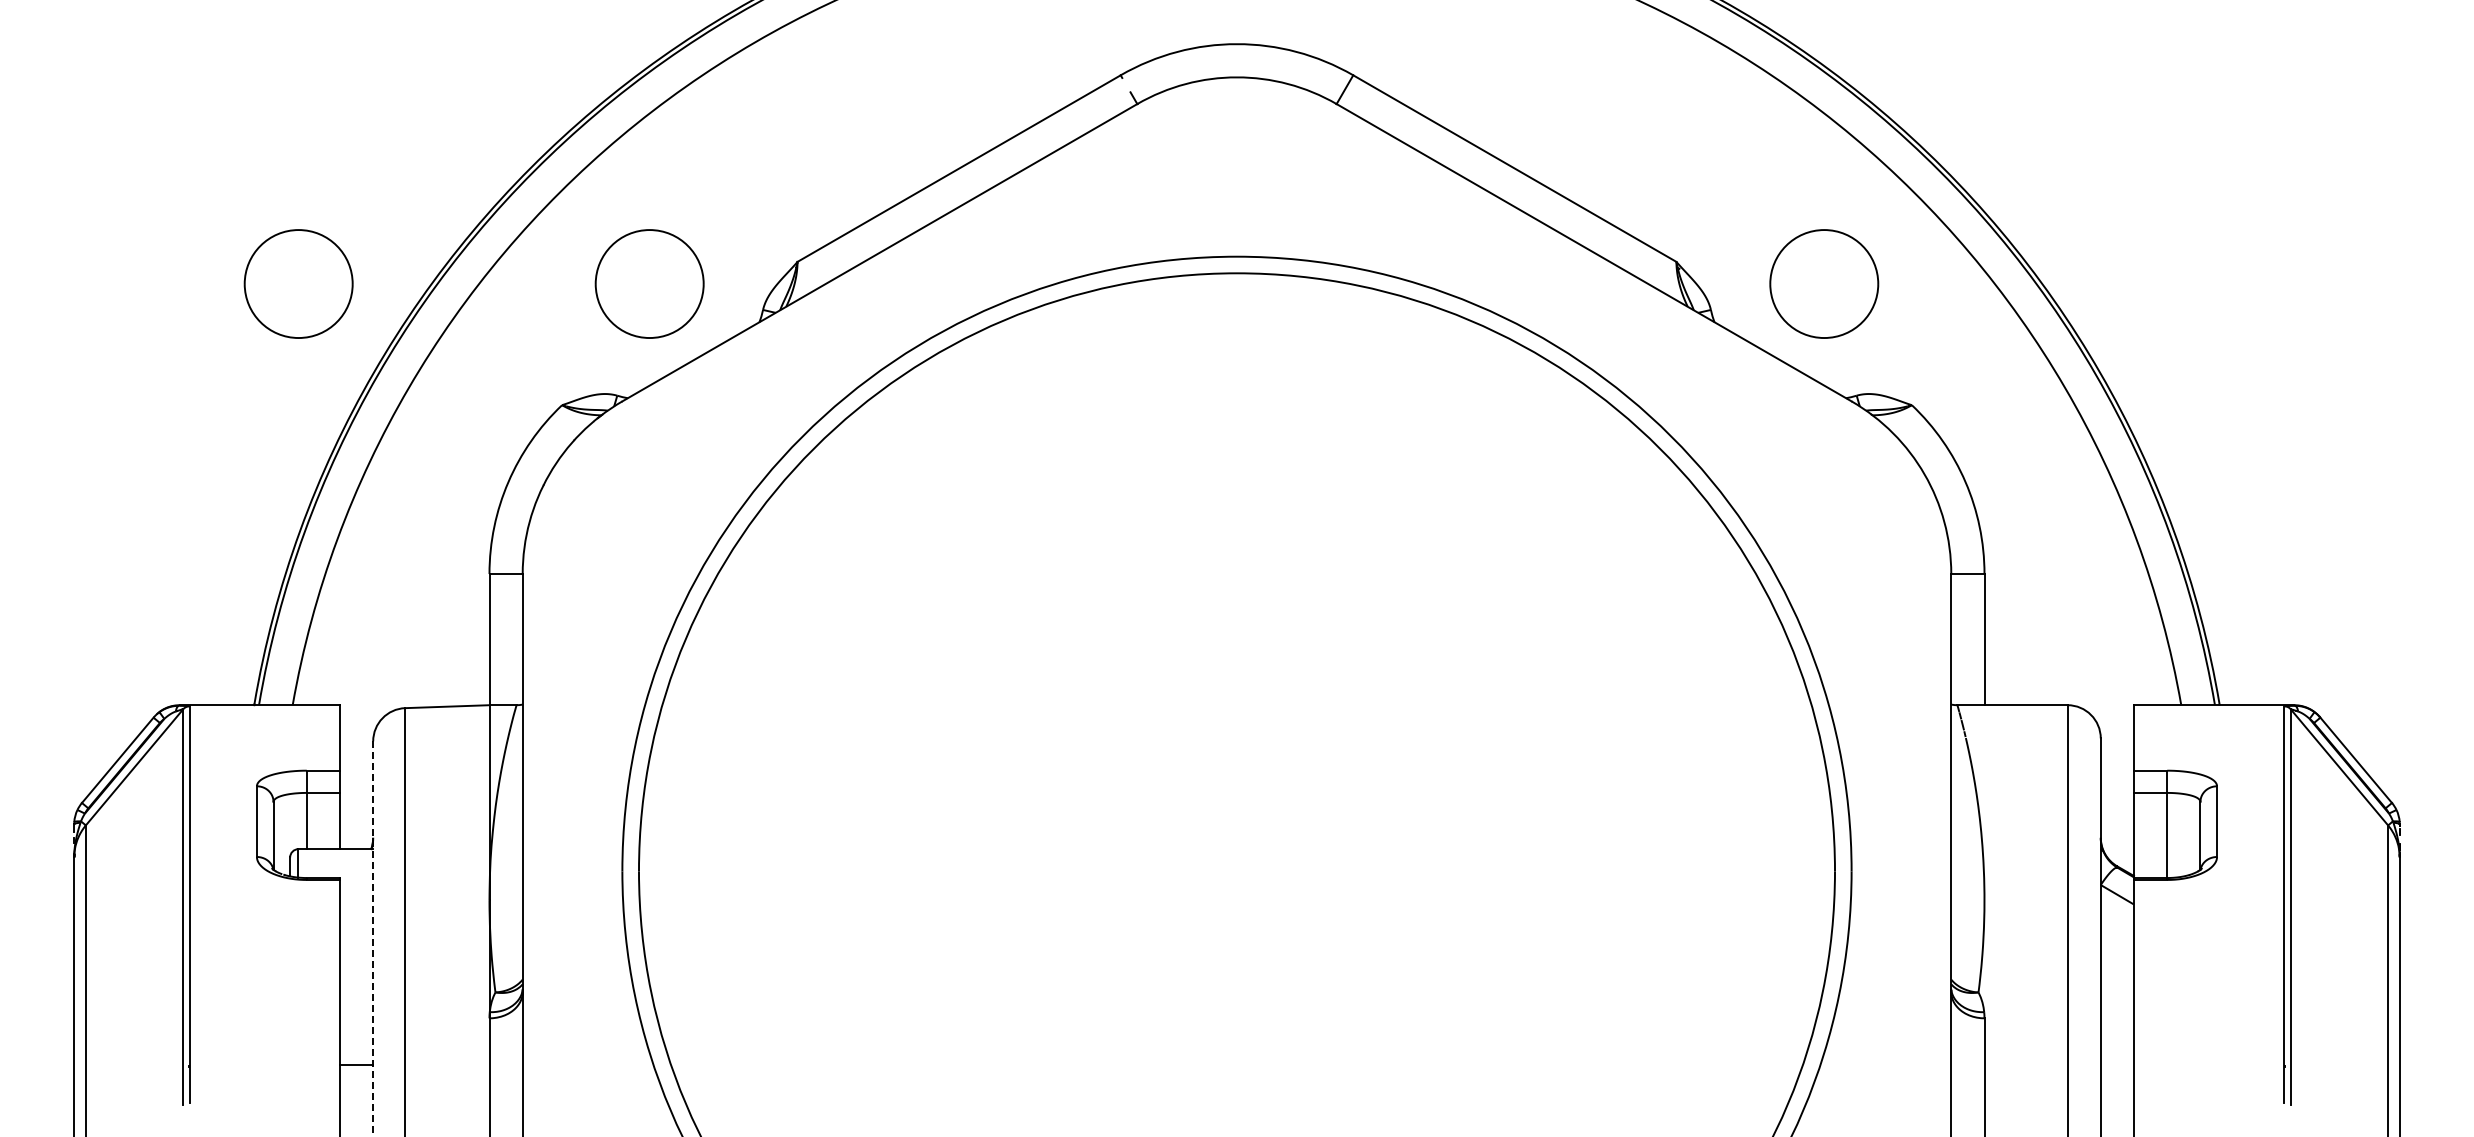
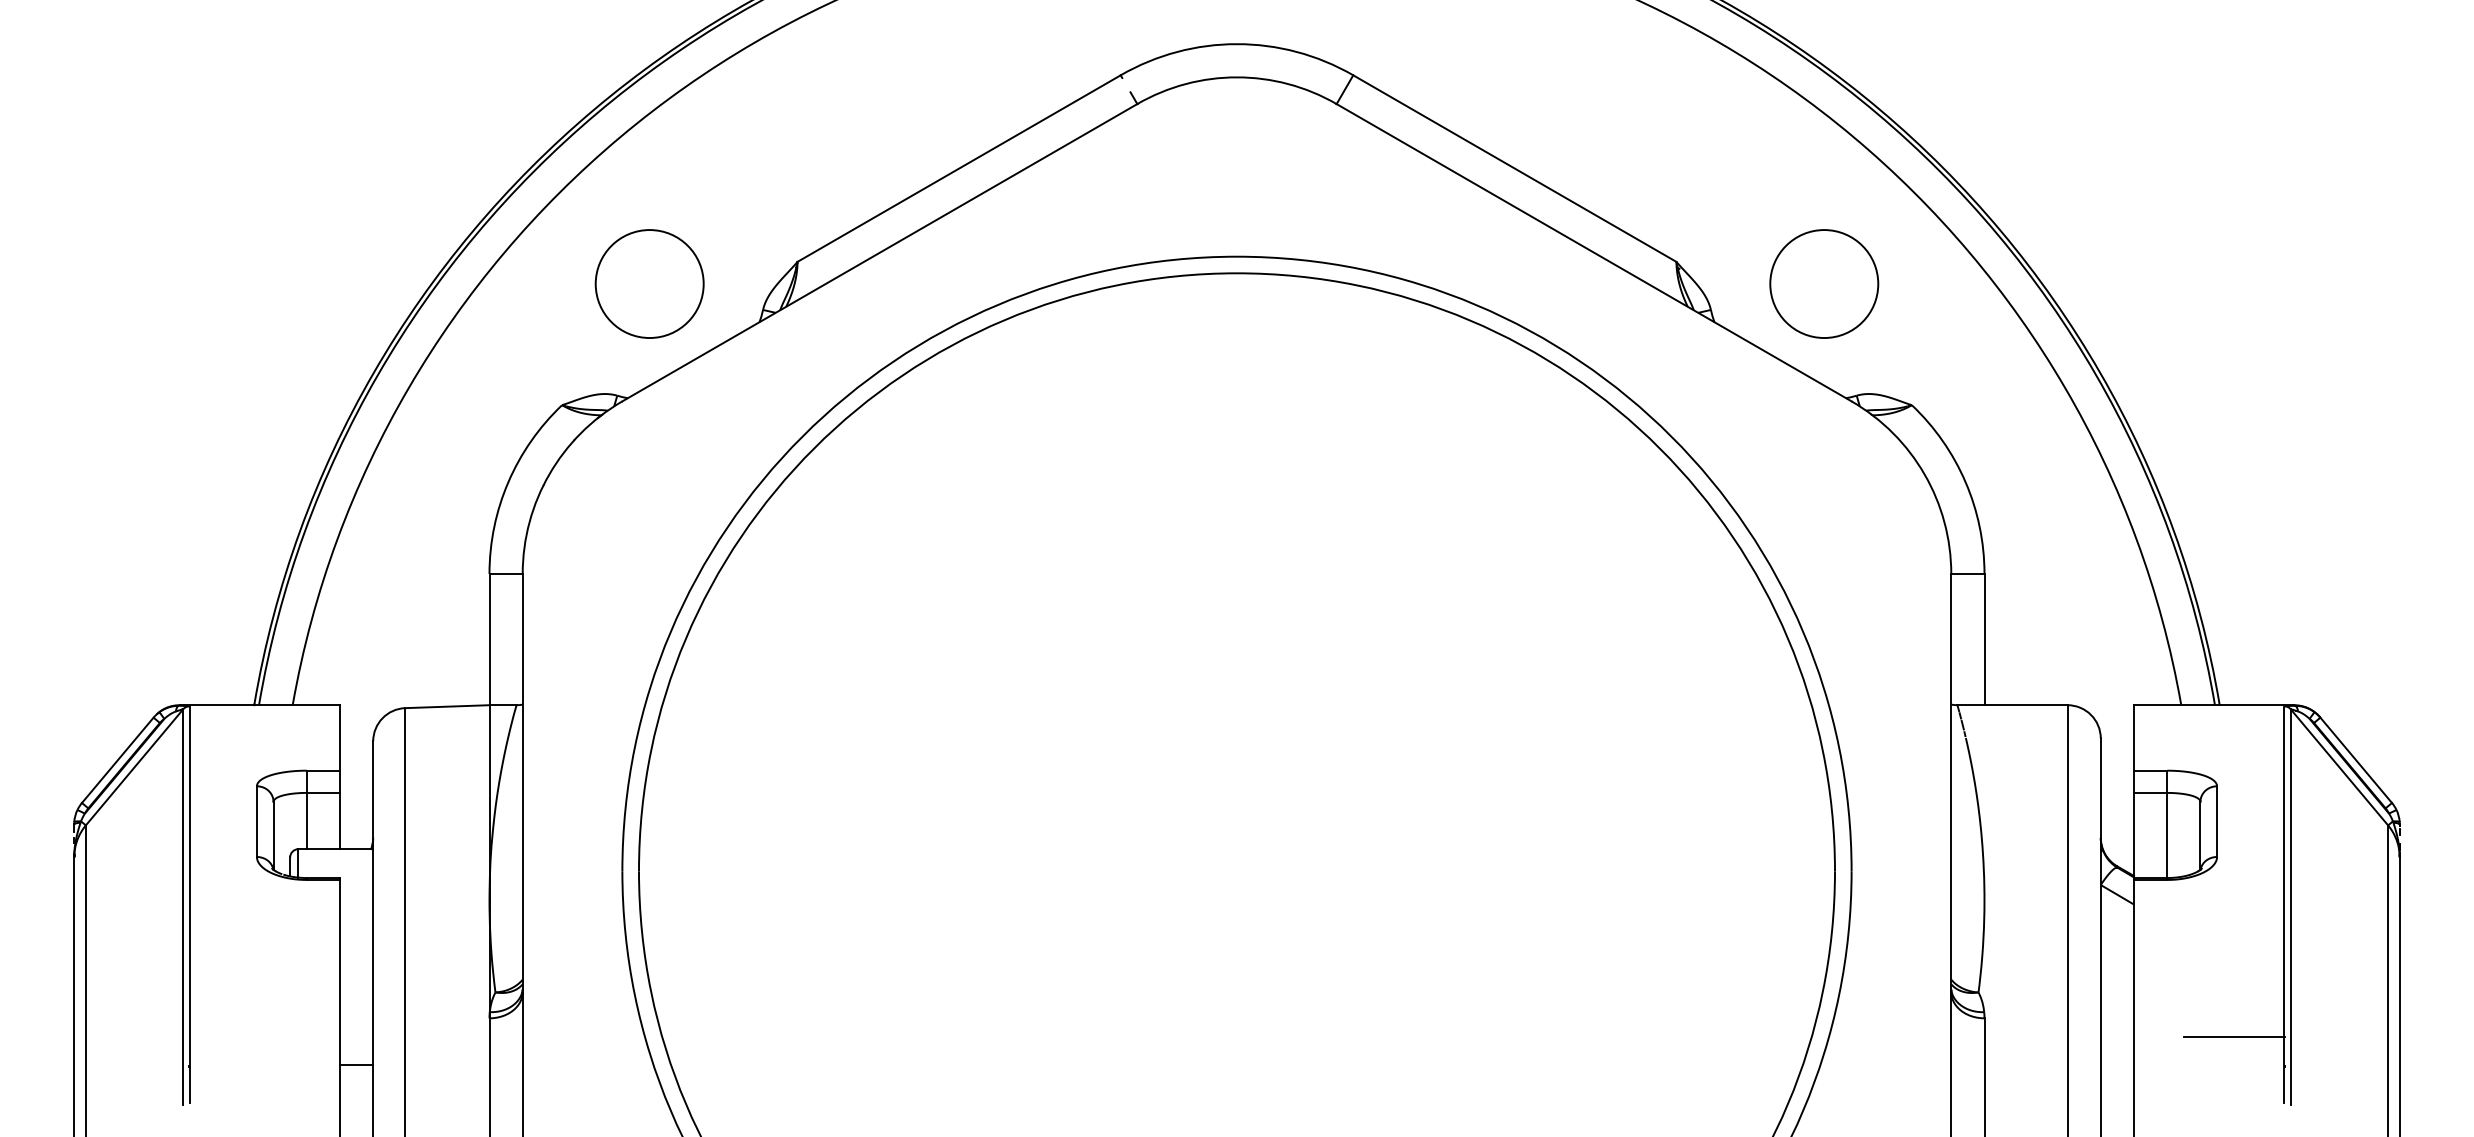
part at (298, 283): present -> none
line at (373, 938): dashed -> solid
line at (2233, 1037): none -> present
